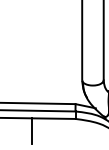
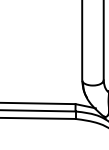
line at (32, 130): present -> none
